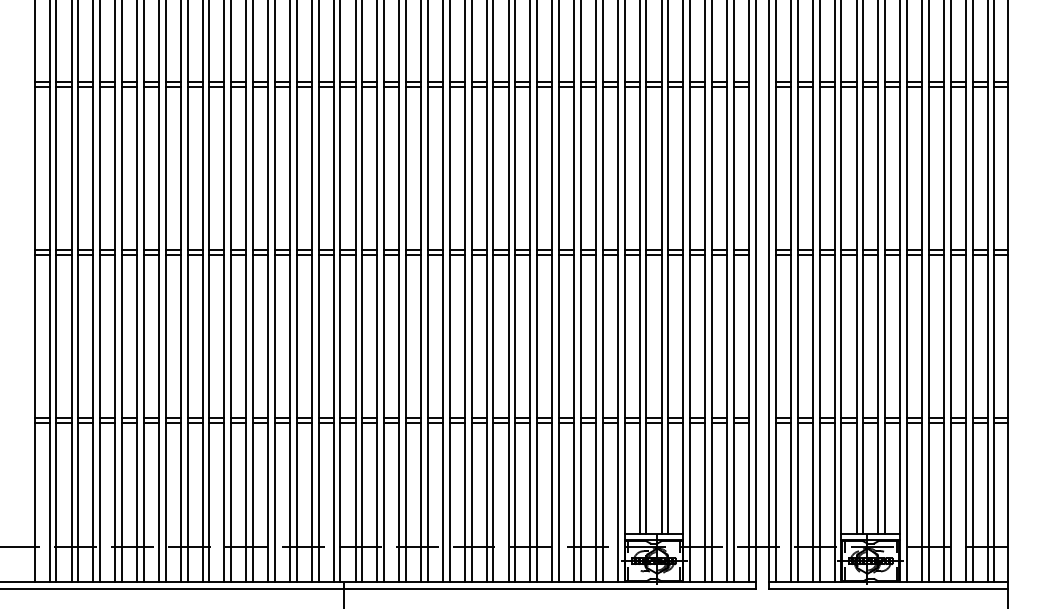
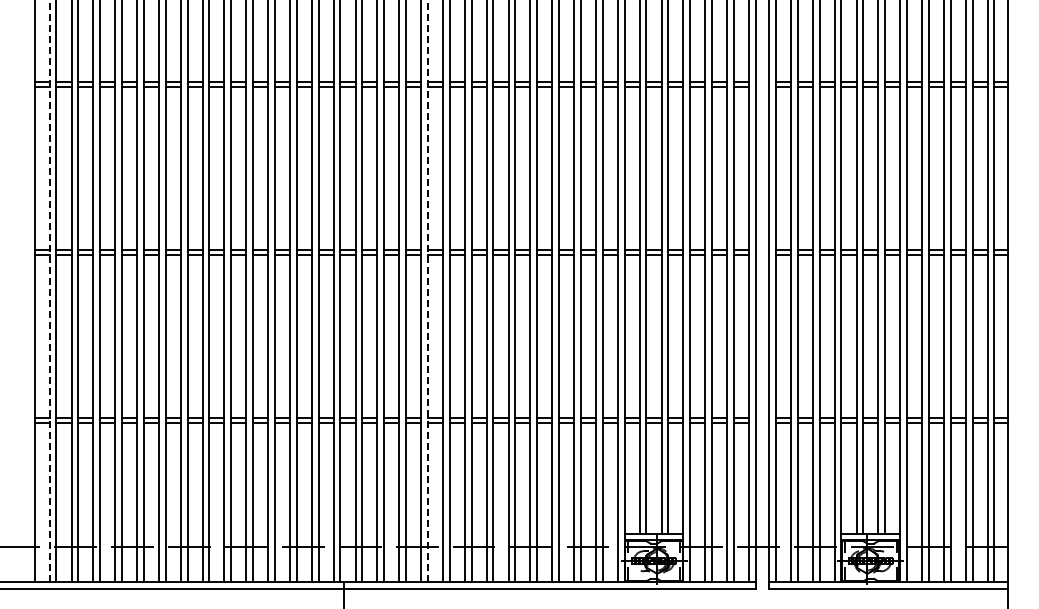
line at (49, 291): solid -> dashed
line at (427, 291): solid -> dashed
